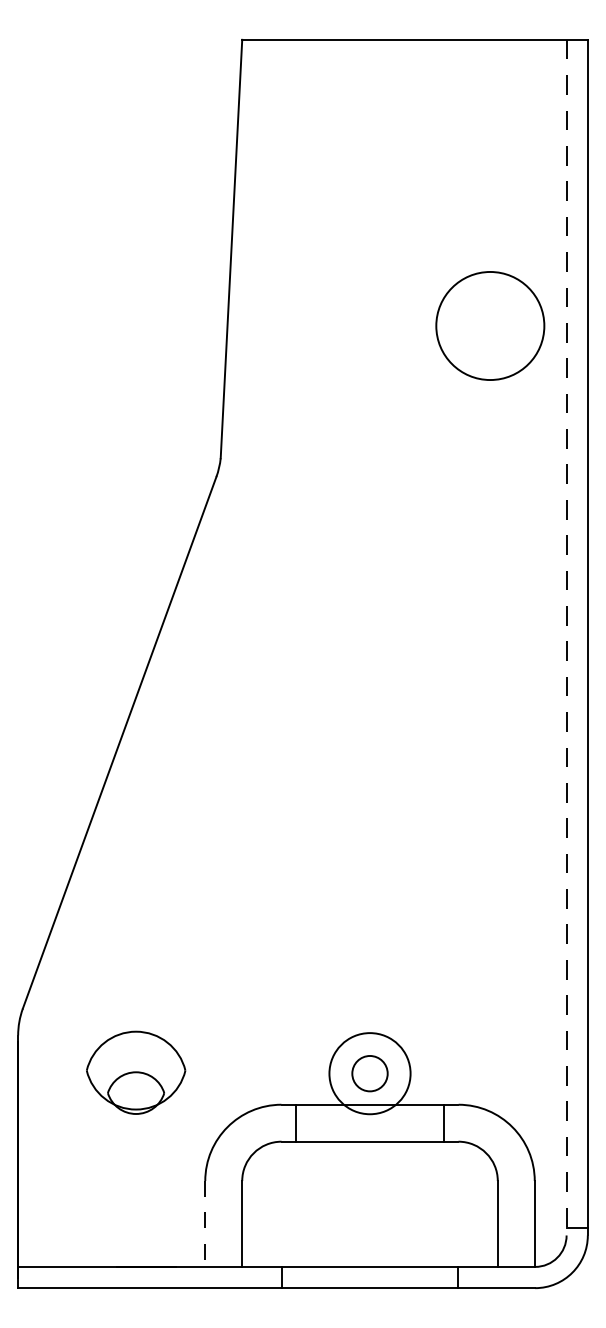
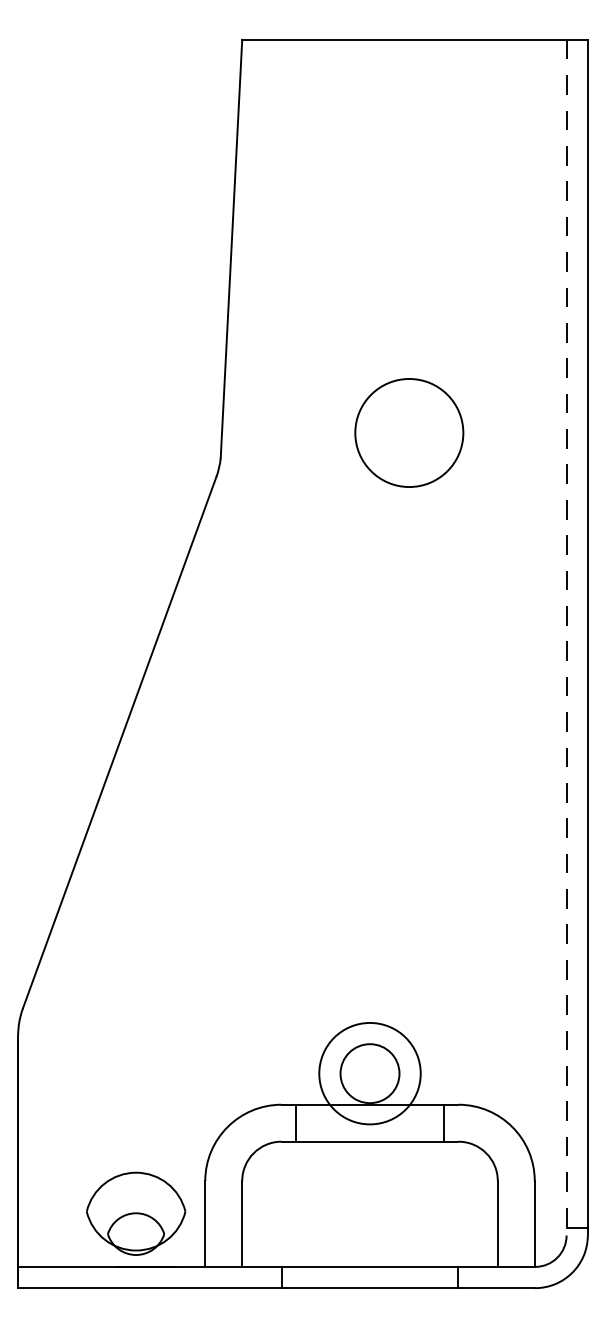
circle at (490, 325) position: (490, 325) -> (409, 432)
part at (136, 1072) position: (136, 1072) -> (136, 1213)
circle at (369, 1073) diameter: 35 px -> 59 px
circle at (369, 1073) diameter: 81 px -> 101 px
line at (205, 1223): dashed -> solid
